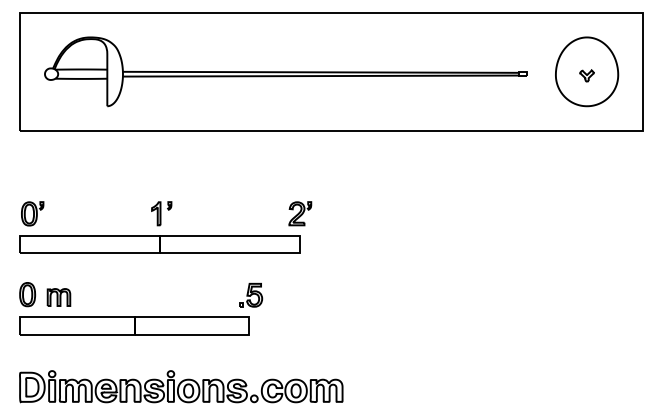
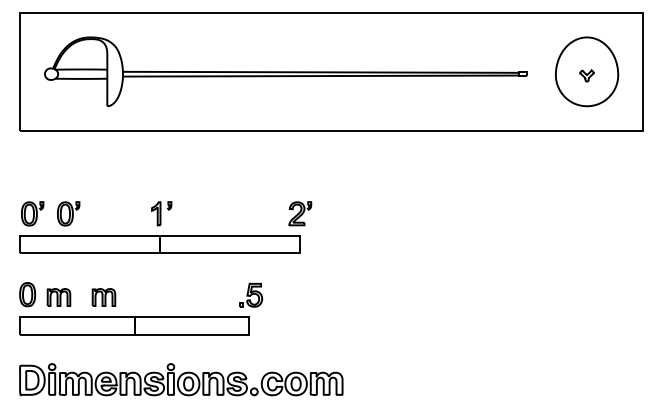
part at (68, 213): none -> present
part at (103, 297): none -> present
part at (181, 386) position: (181, 386) -> (181, 379)
